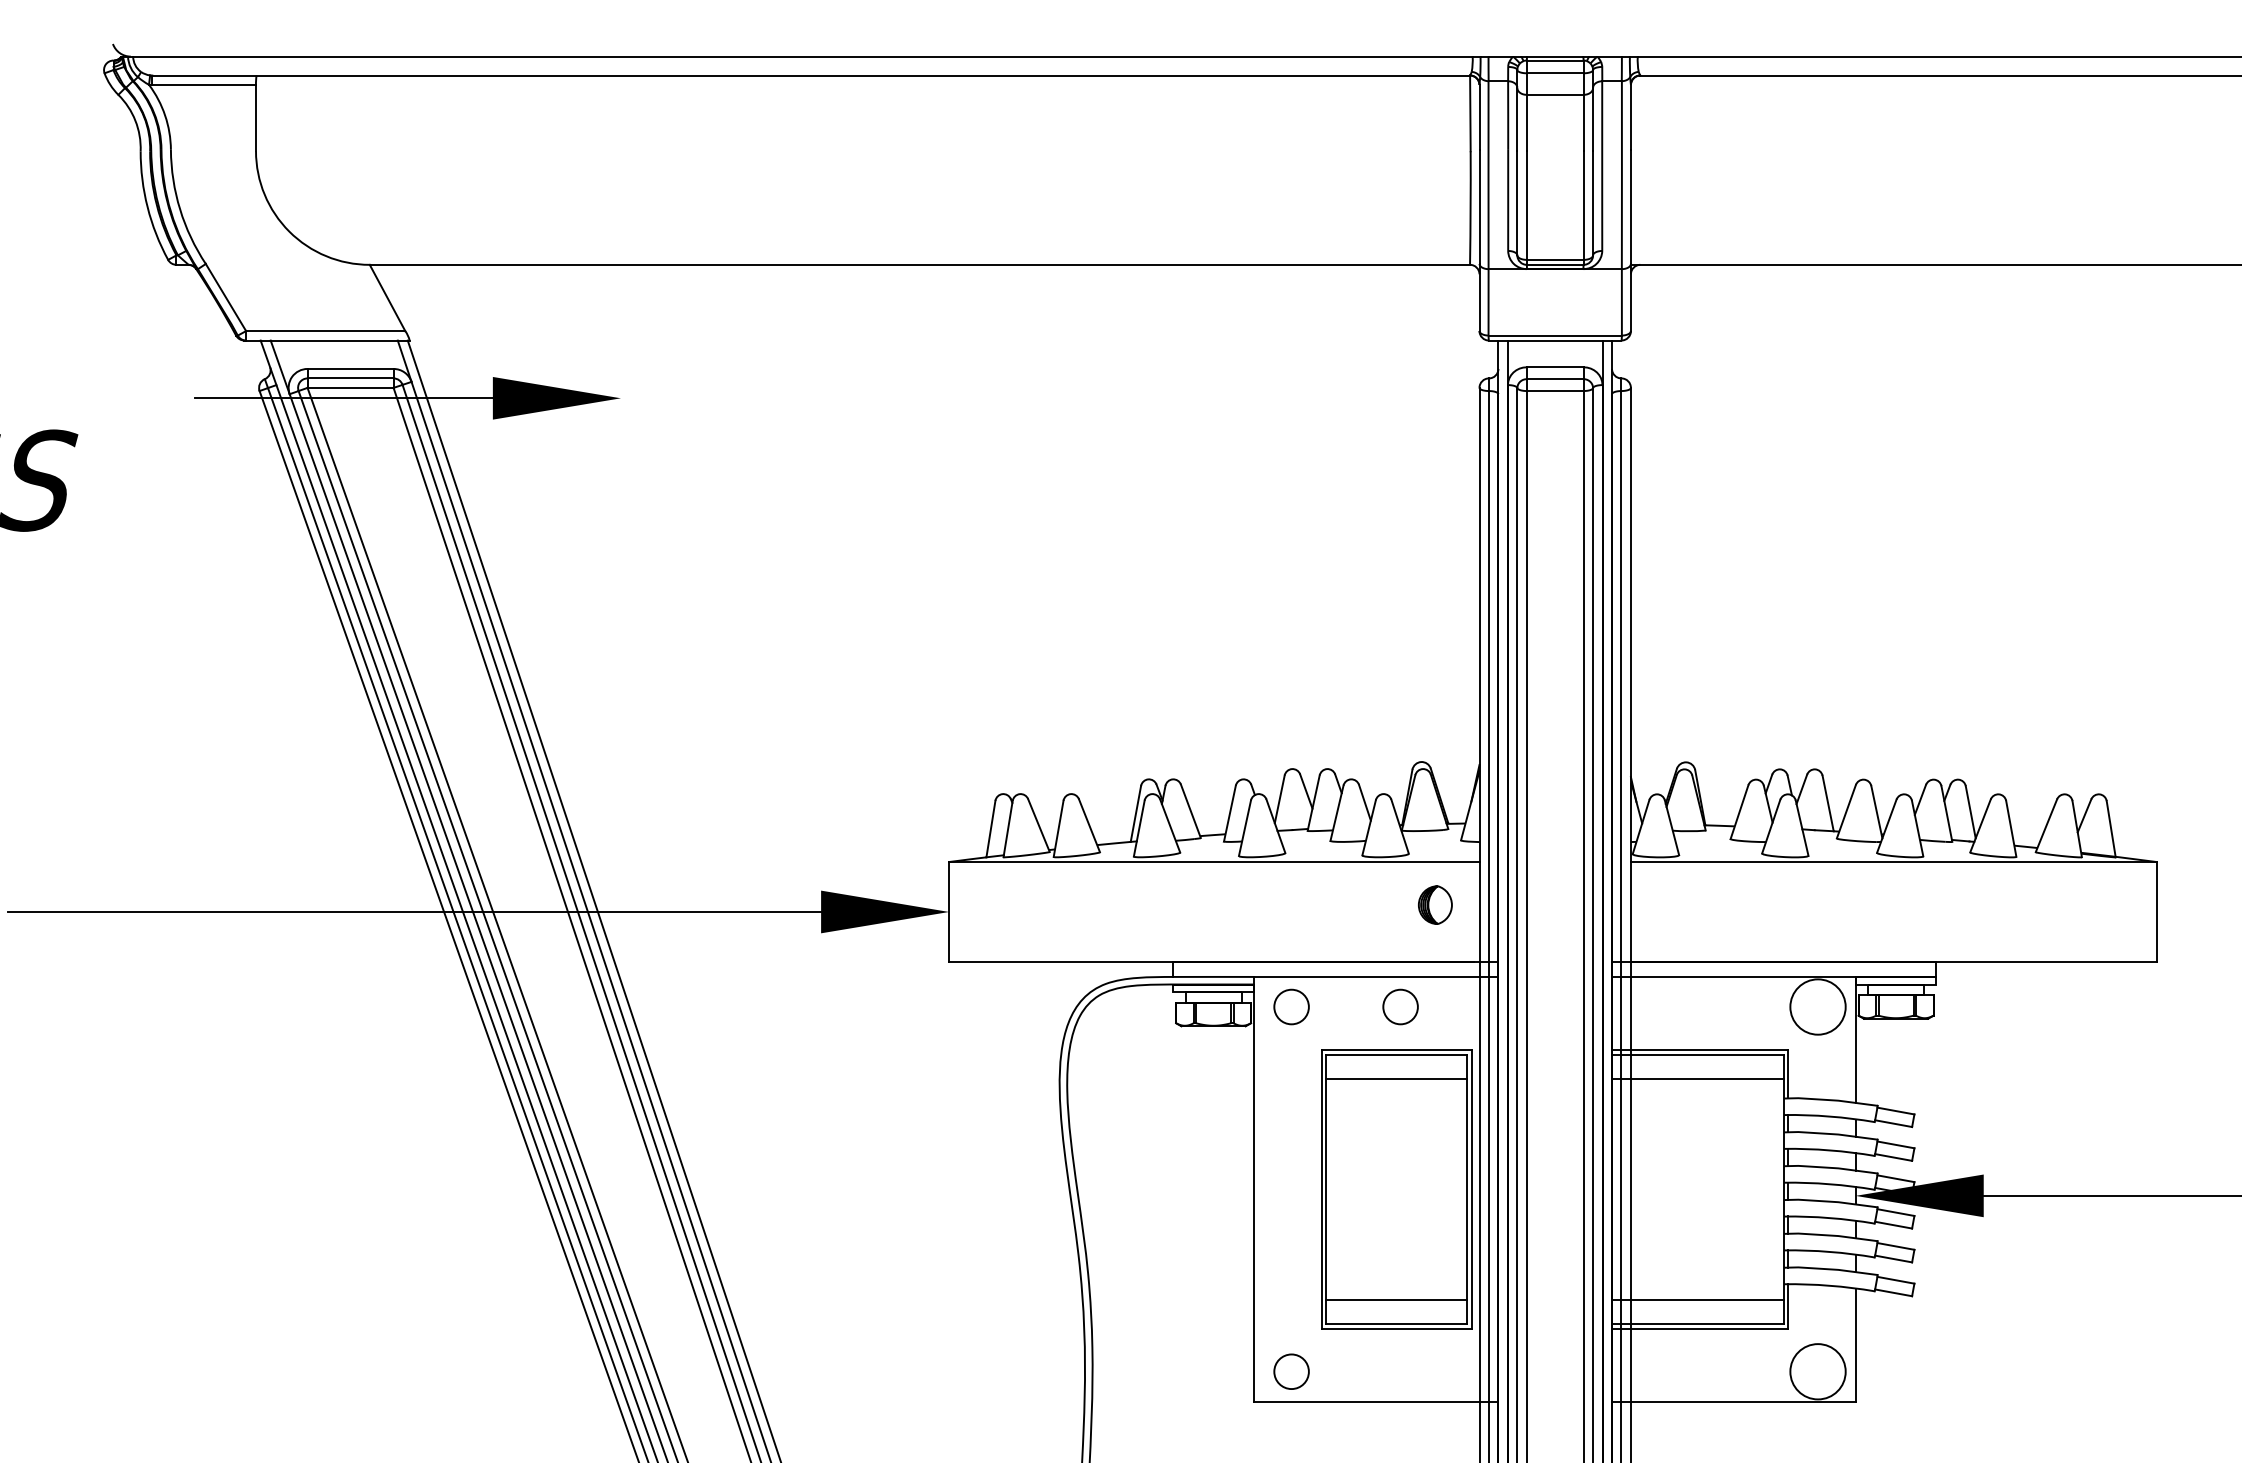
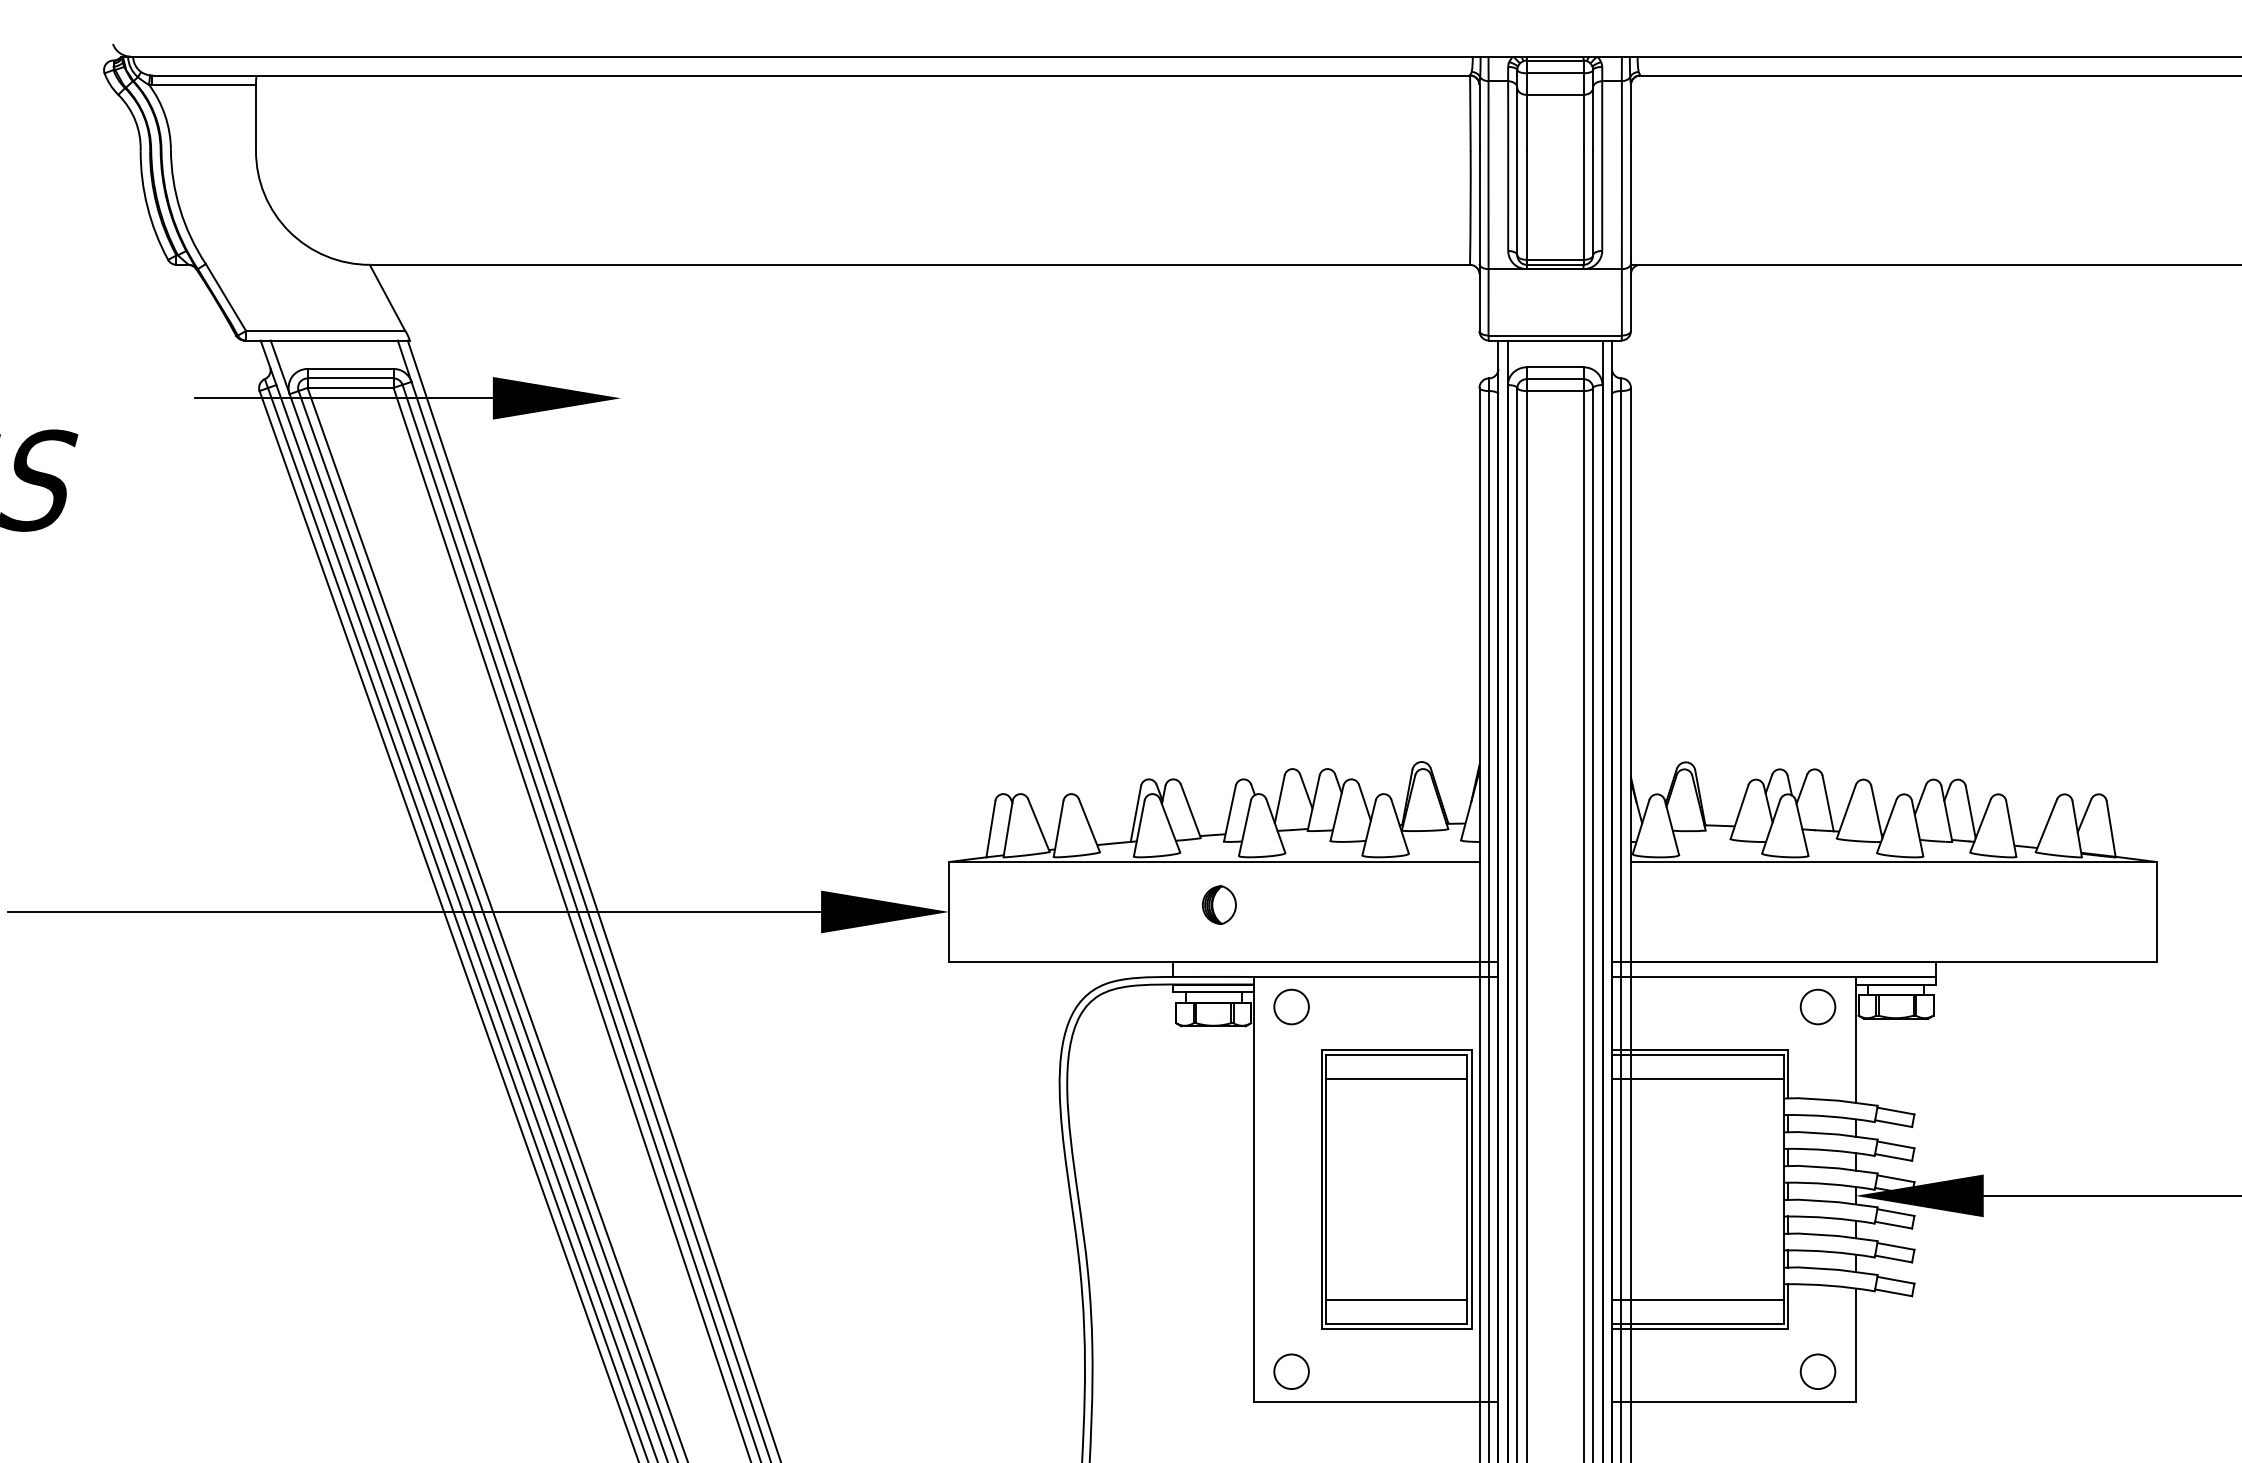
part at (1435, 904) position: (1435, 904) -> (1219, 904)
circle at (1400, 1006): present -> none
circle at (1817, 1006) diameter: 55 px -> 35 px
circle at (1817, 1371) diameter: 55 px -> 35 px
